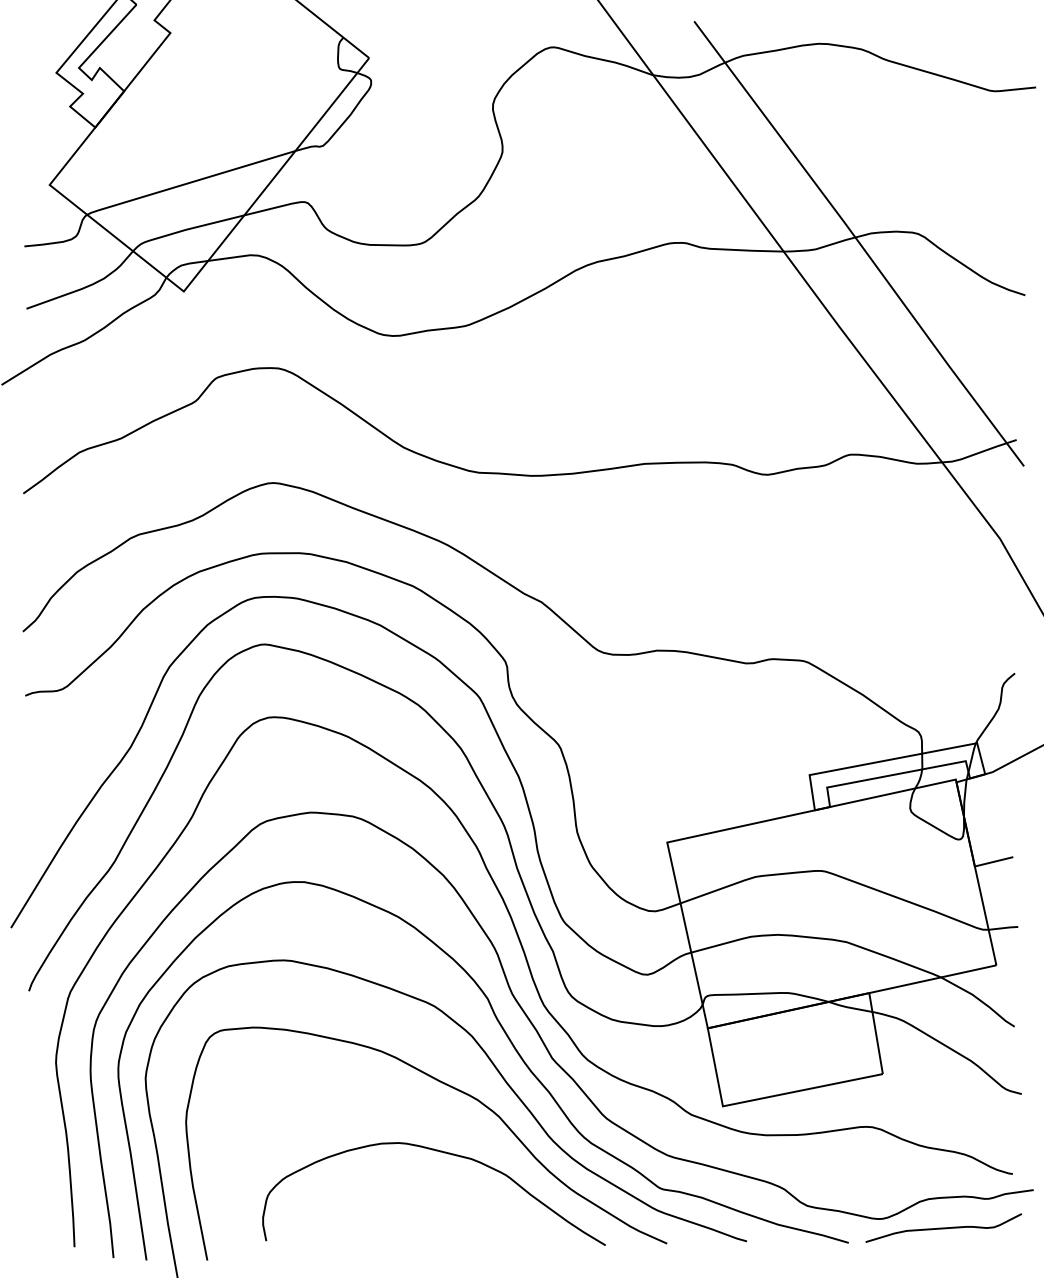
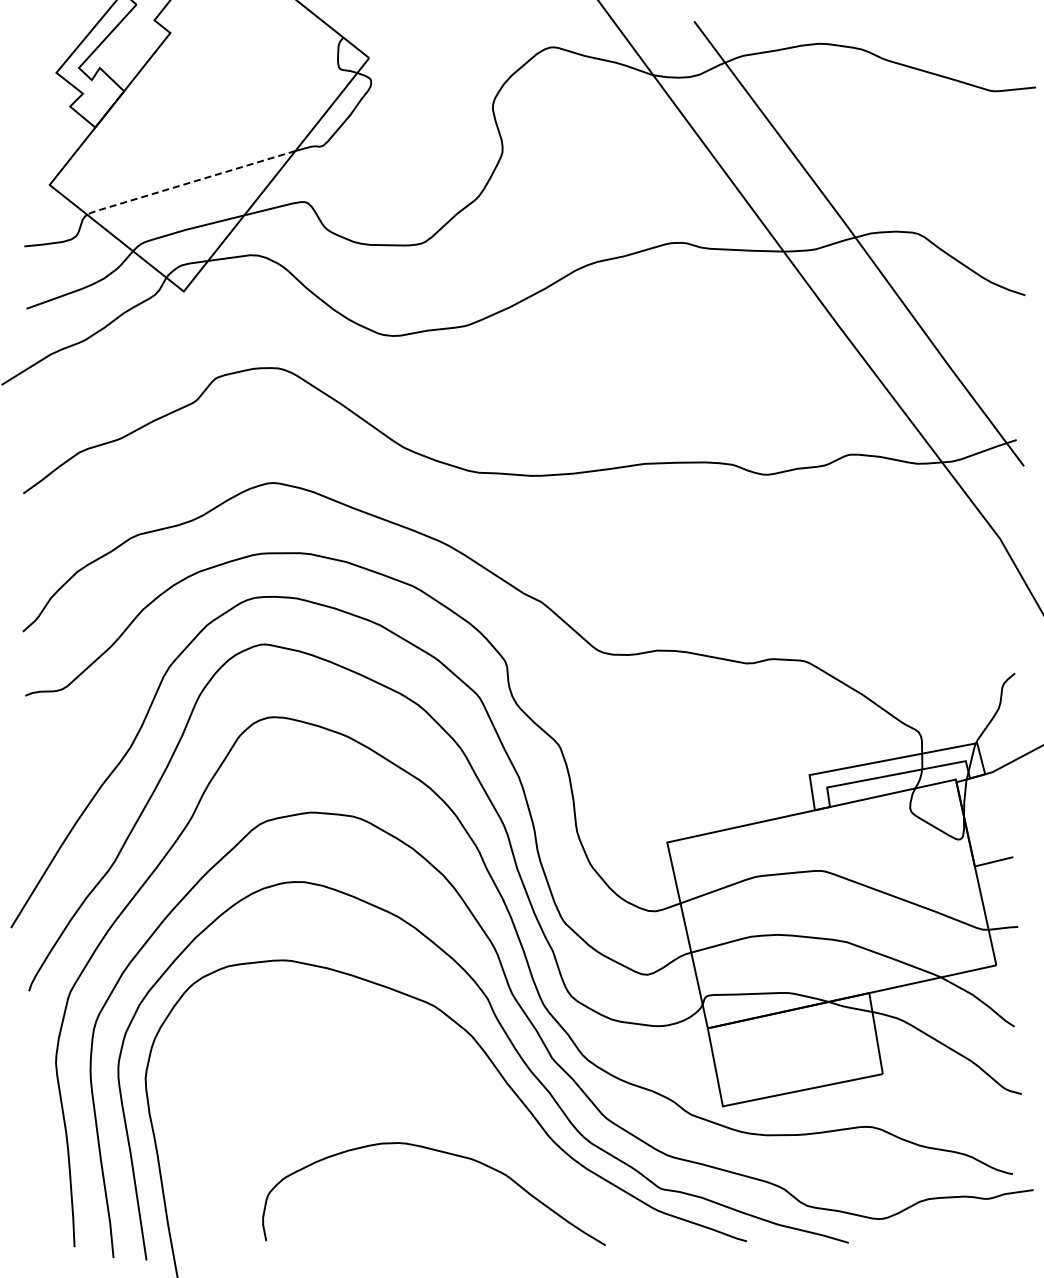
line at (189, 182): solid -> dashed
curve at (454, 1089): present -> none
curve at (943, 1227): present -> none
